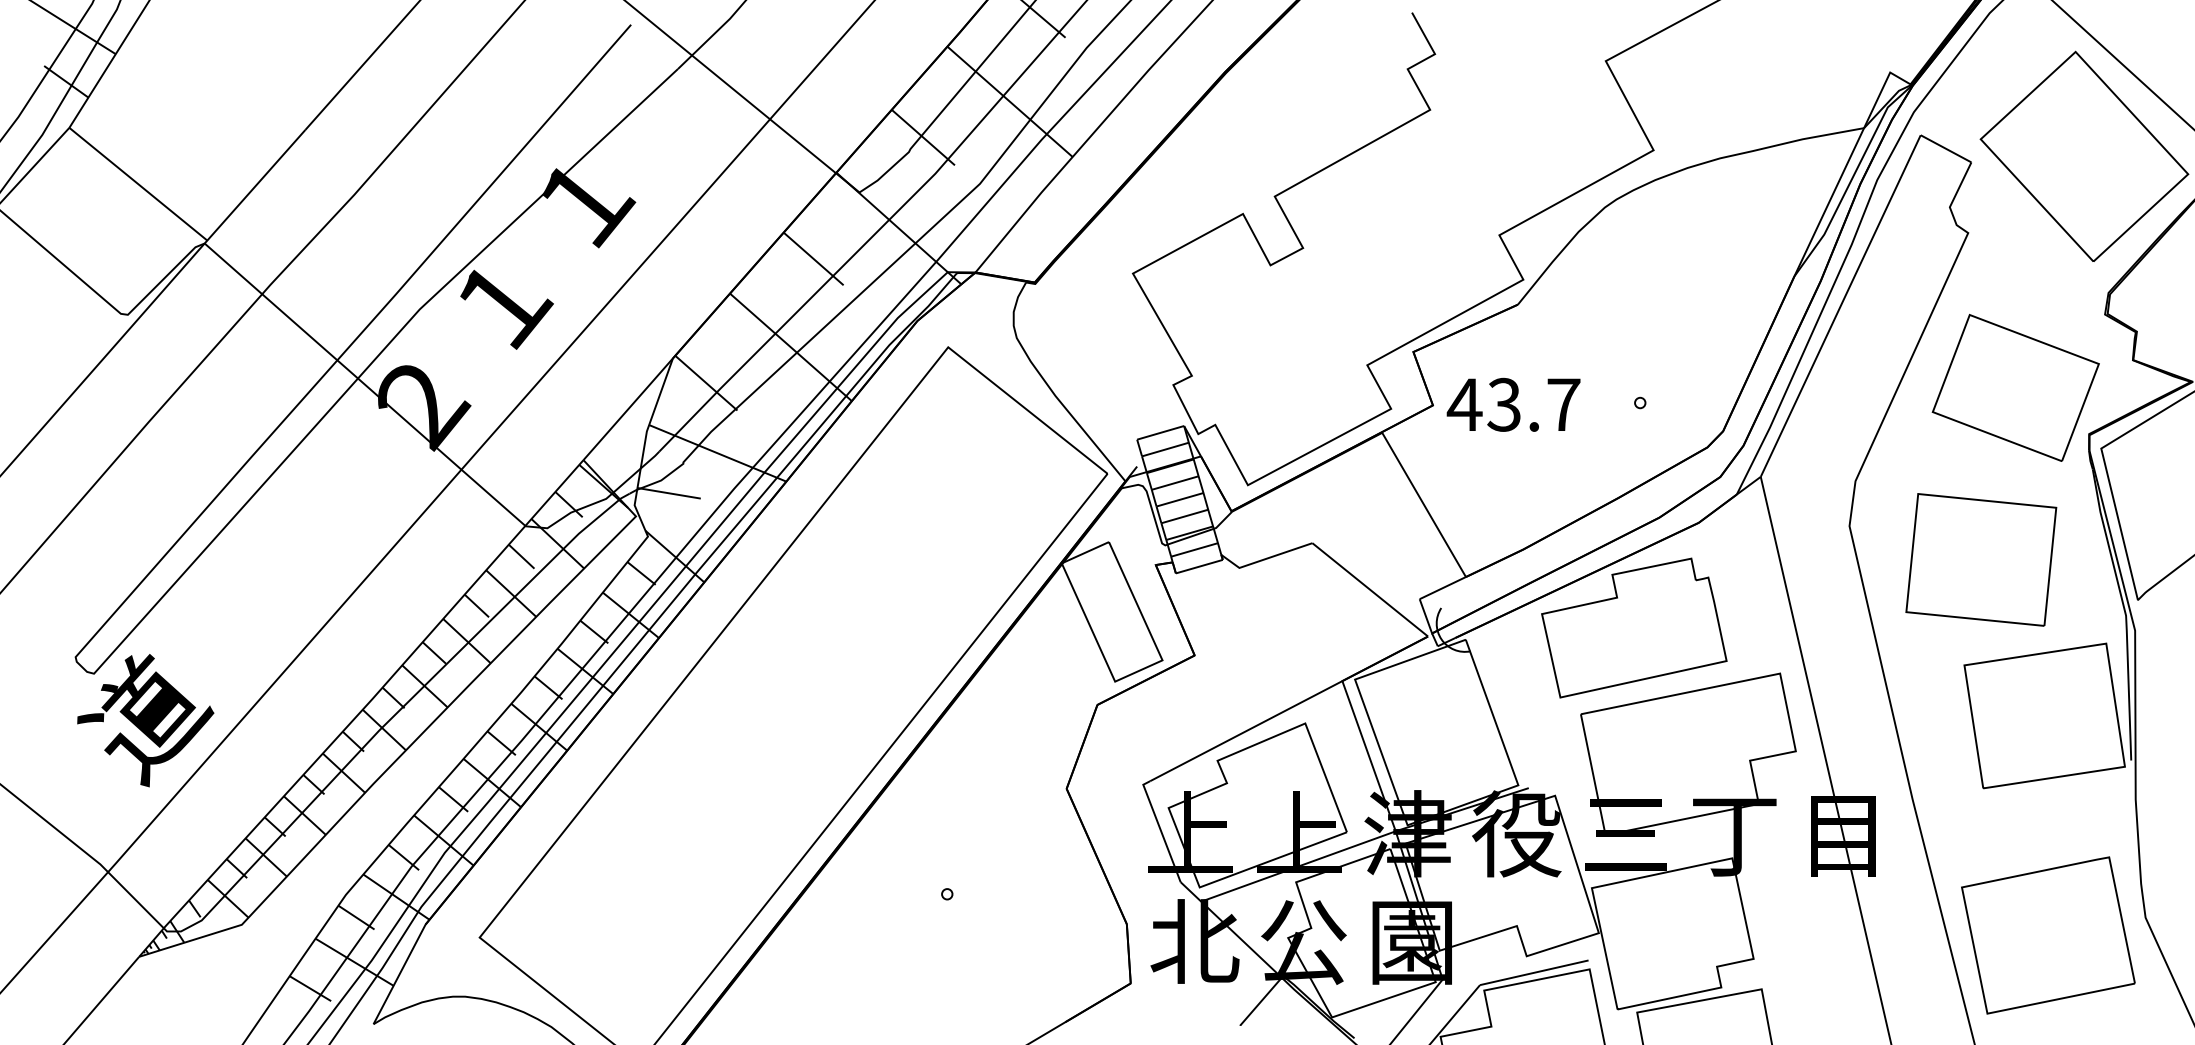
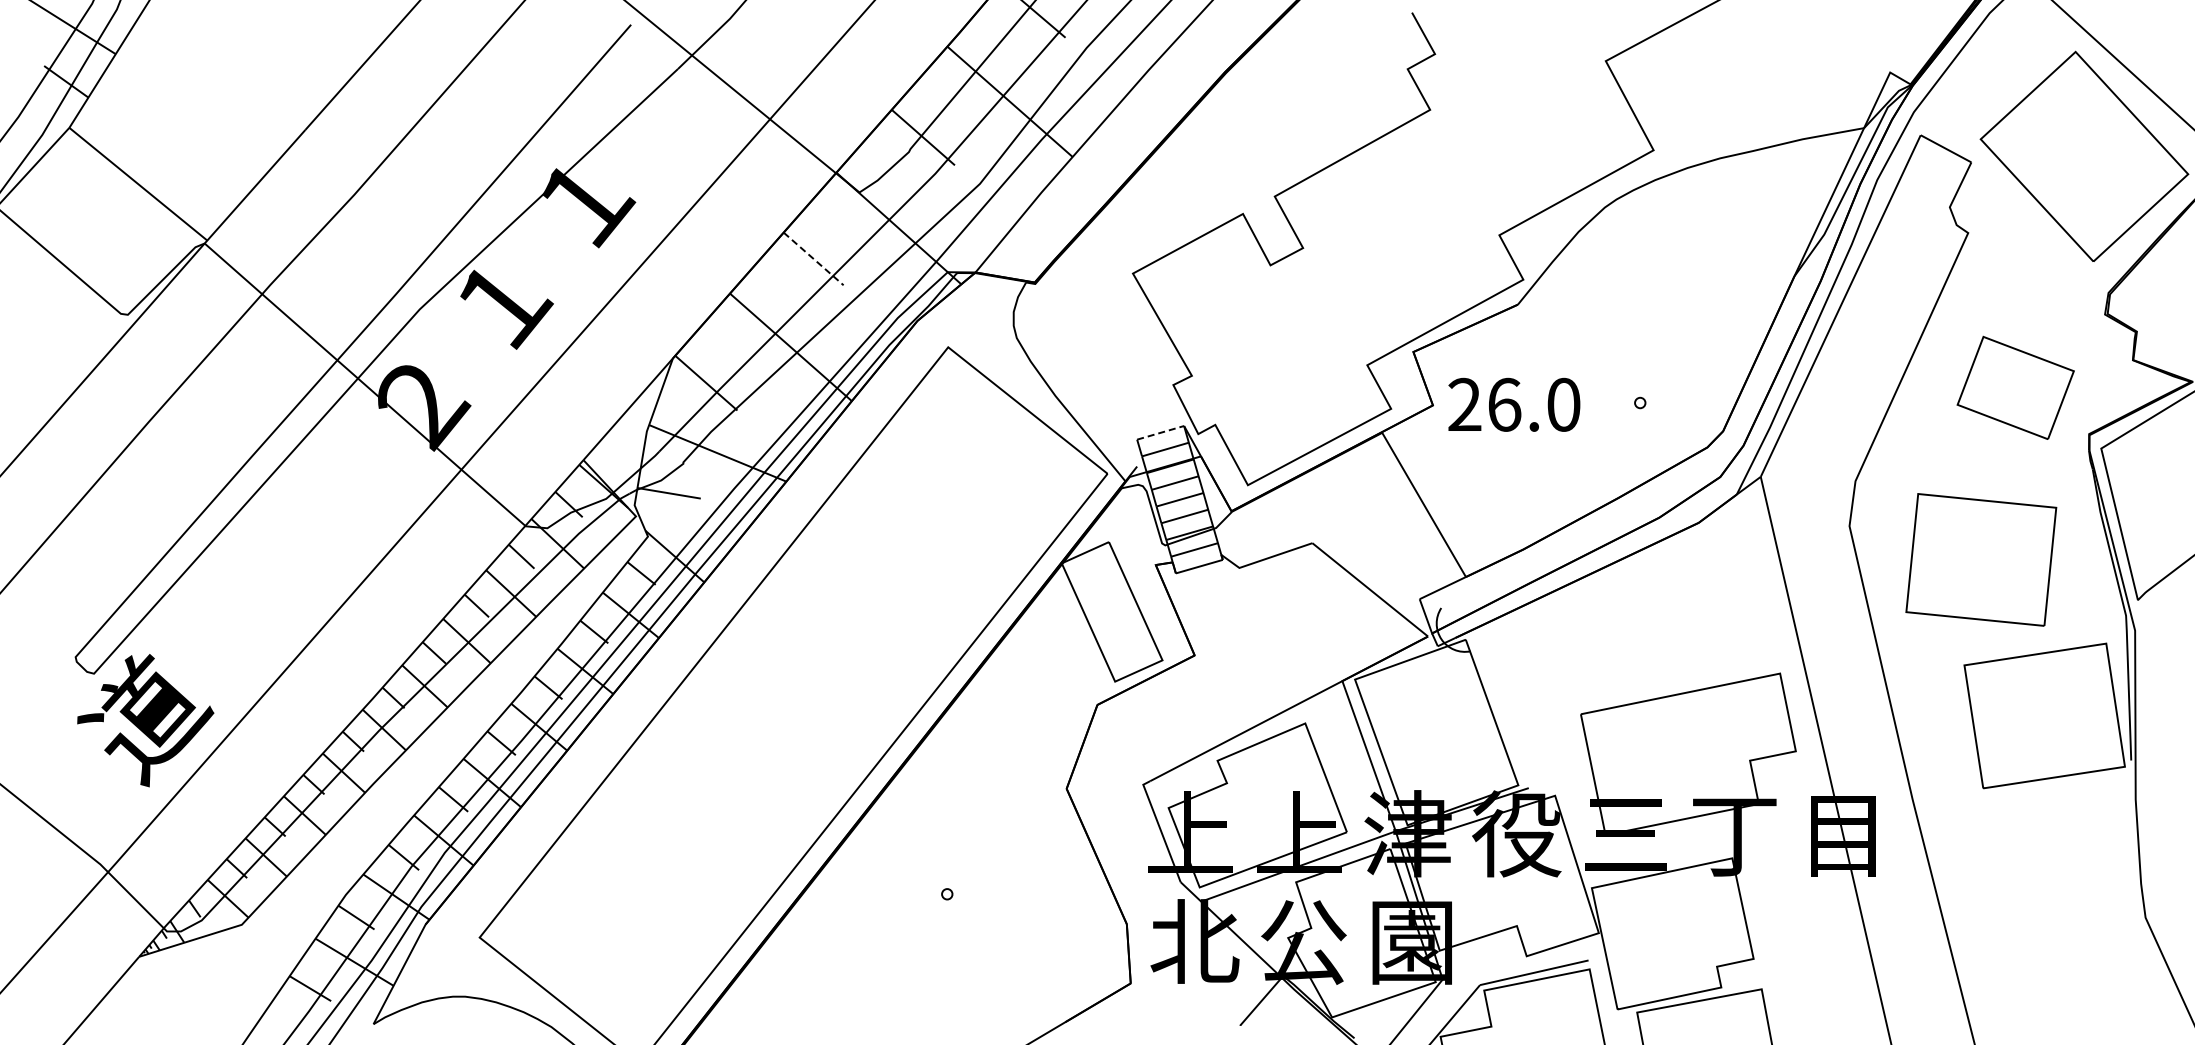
line at (813, 258): solid -> dashed
part at (2015, 387) size: 169x148 px -> 119x105 px
text at (1513, 404): 43.7 -> 26.0
line at (1161, 432): solid -> dashed
part at (1634, 627): present -> none
part at (2048, 935): present -> none
